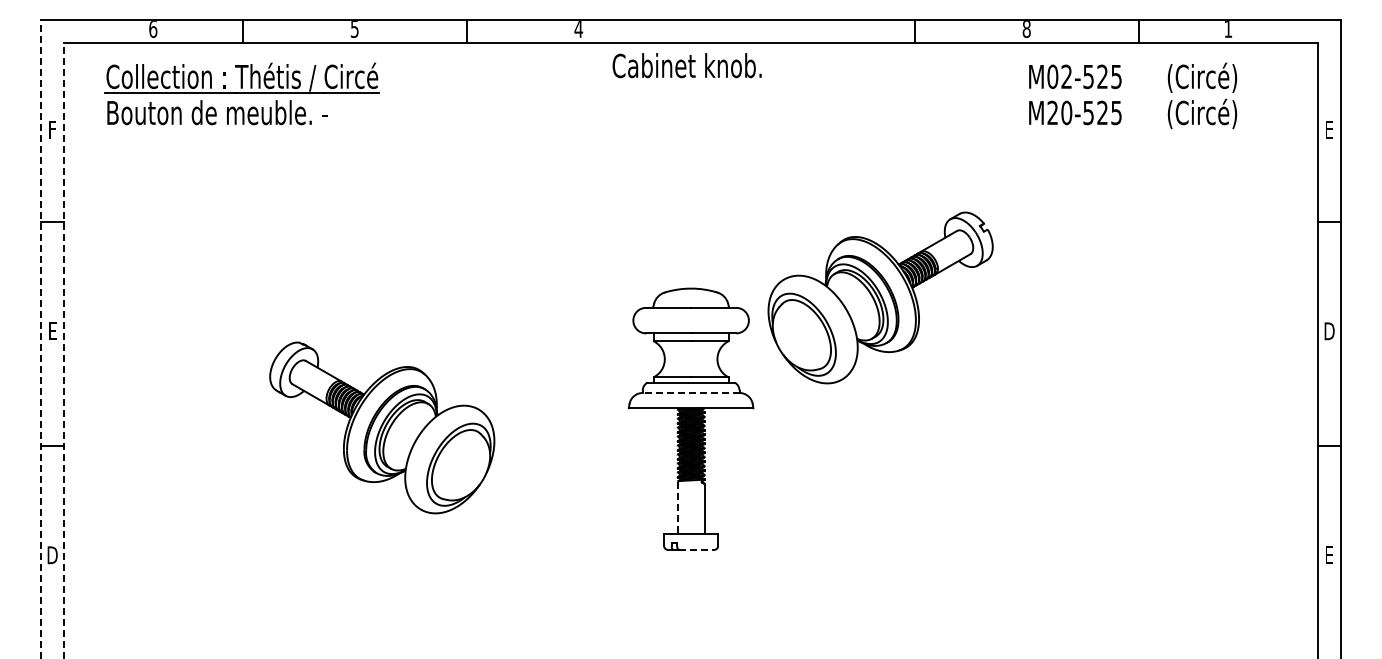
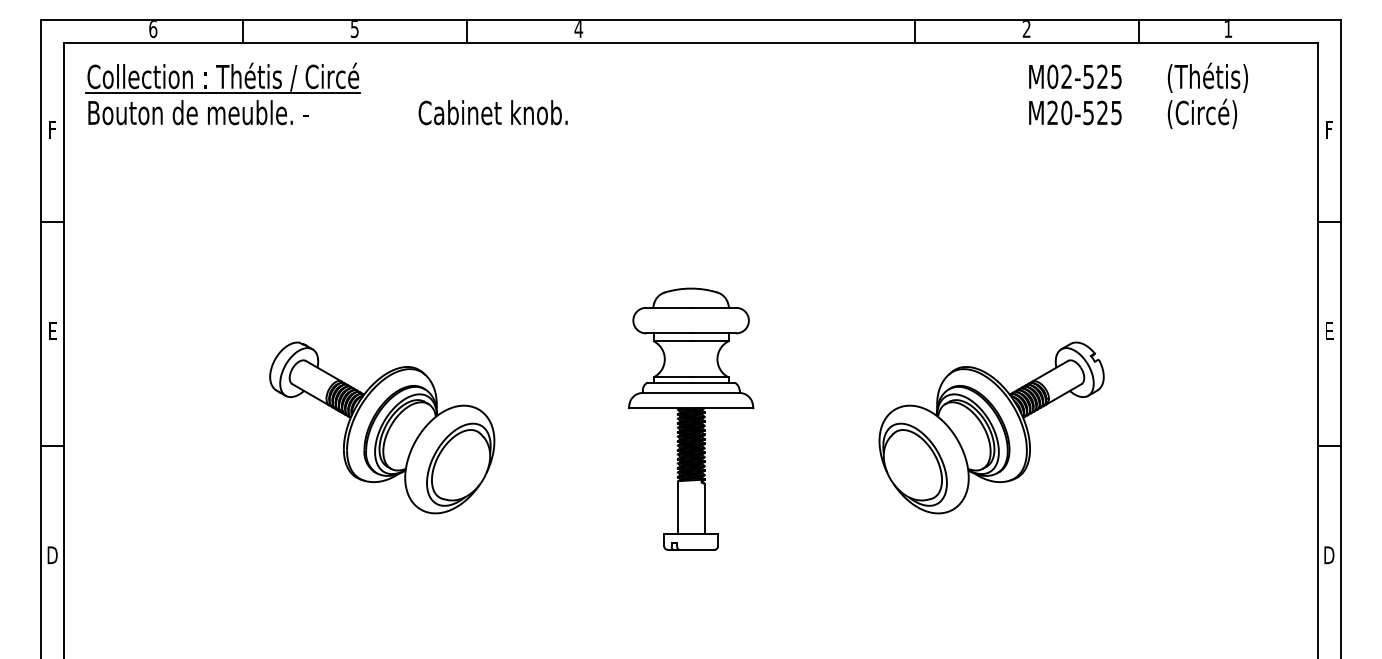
text at (1026, 29): 8 -> 2
text at (686, 65) position: (686, 65) -> (492, 112)
text at (1211, 77): (Circé) -> (Thétis)
part at (241, 93) position: (241, 93) -> (222, 93)
text at (1329, 130): E -> F
part at (880, 297) position: (880, 297) -> (991, 427)
text at (1329, 331): D -> E
line at (41, 339): dashed -> solid
line at (63, 350): dashed -> solid
line at (690, 392): dashed -> solid
line at (677, 508): dashed -> solid
line at (697, 549): dashed -> solid
text at (1329, 555): E -> D
